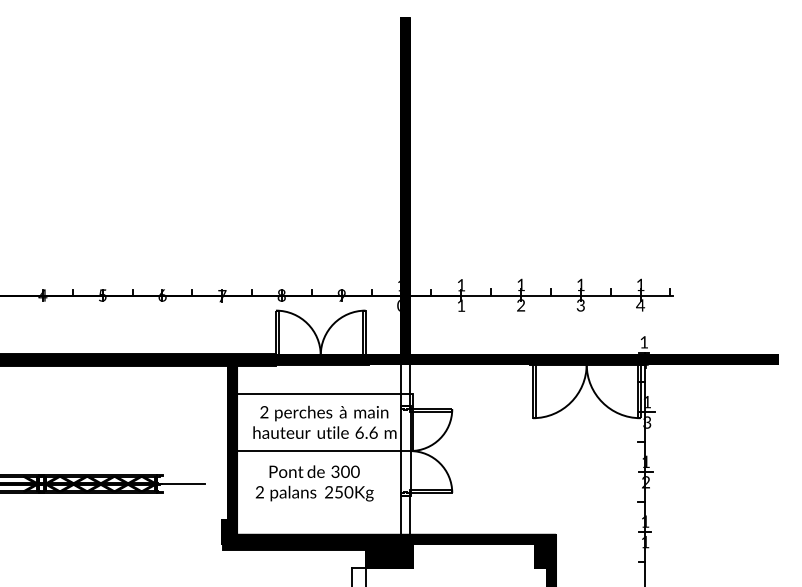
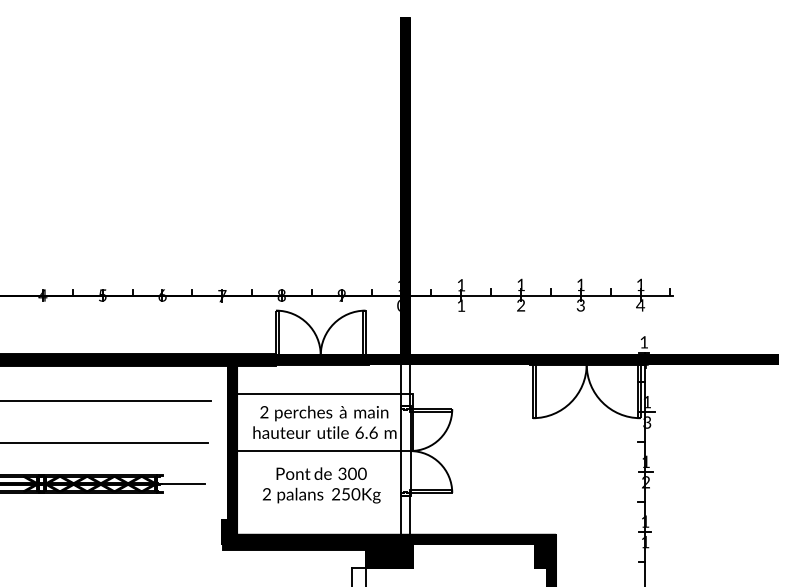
line at (106, 400): none -> present
line at (105, 442): none -> present
text at (314, 483) position: (314, 483) -> (321, 485)
